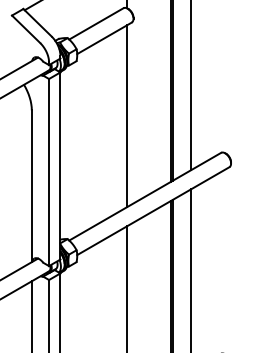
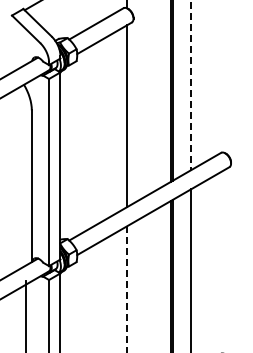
line at (191, 85): solid -> dashed
line at (126, 289): solid -> dashed
line at (31, 315) position: (31, 315) -> (25, 315)
